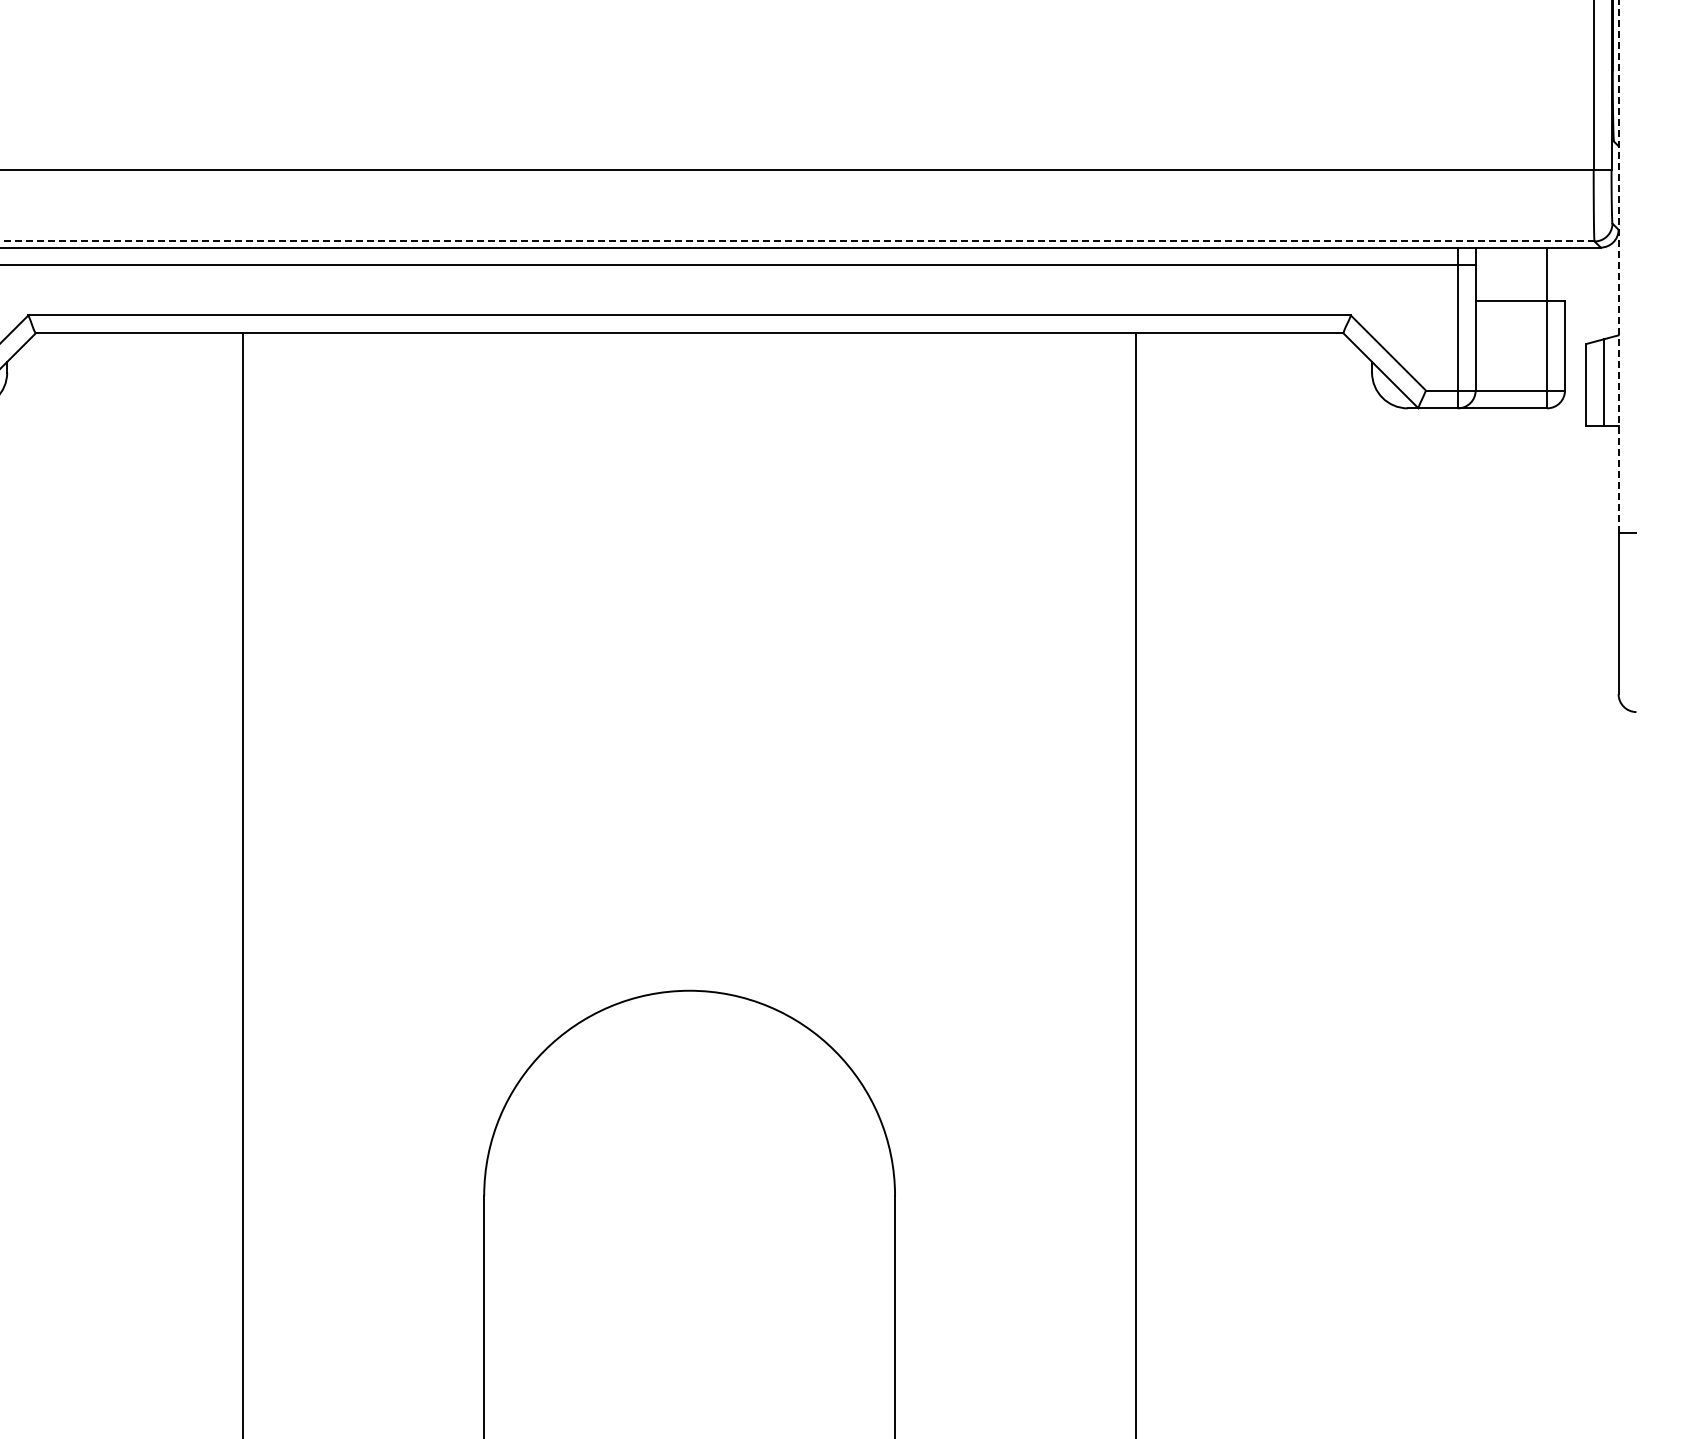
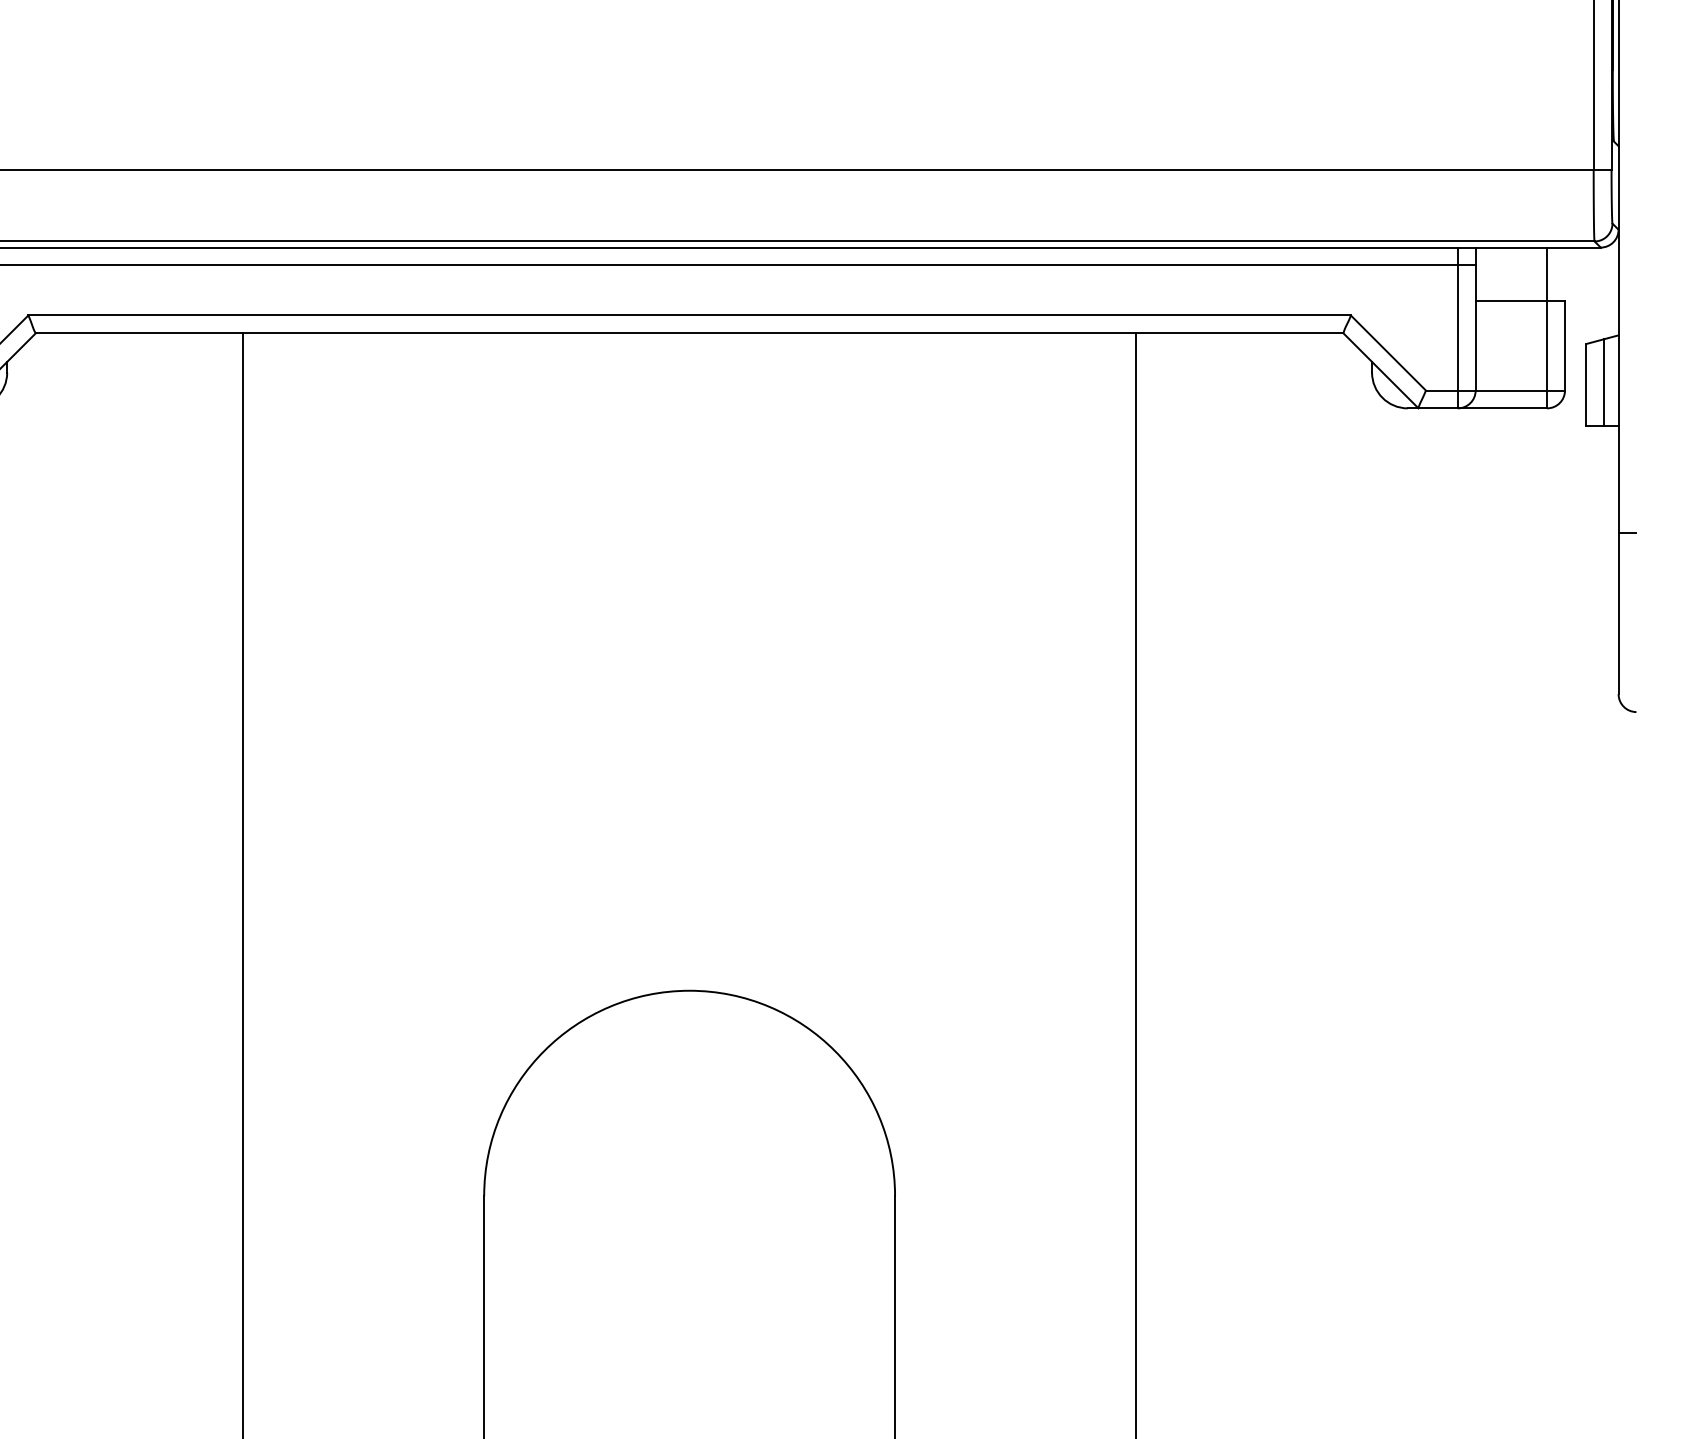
line at (797, 241): dashed -> solid
line at (1618, 266): dashed -> solid
